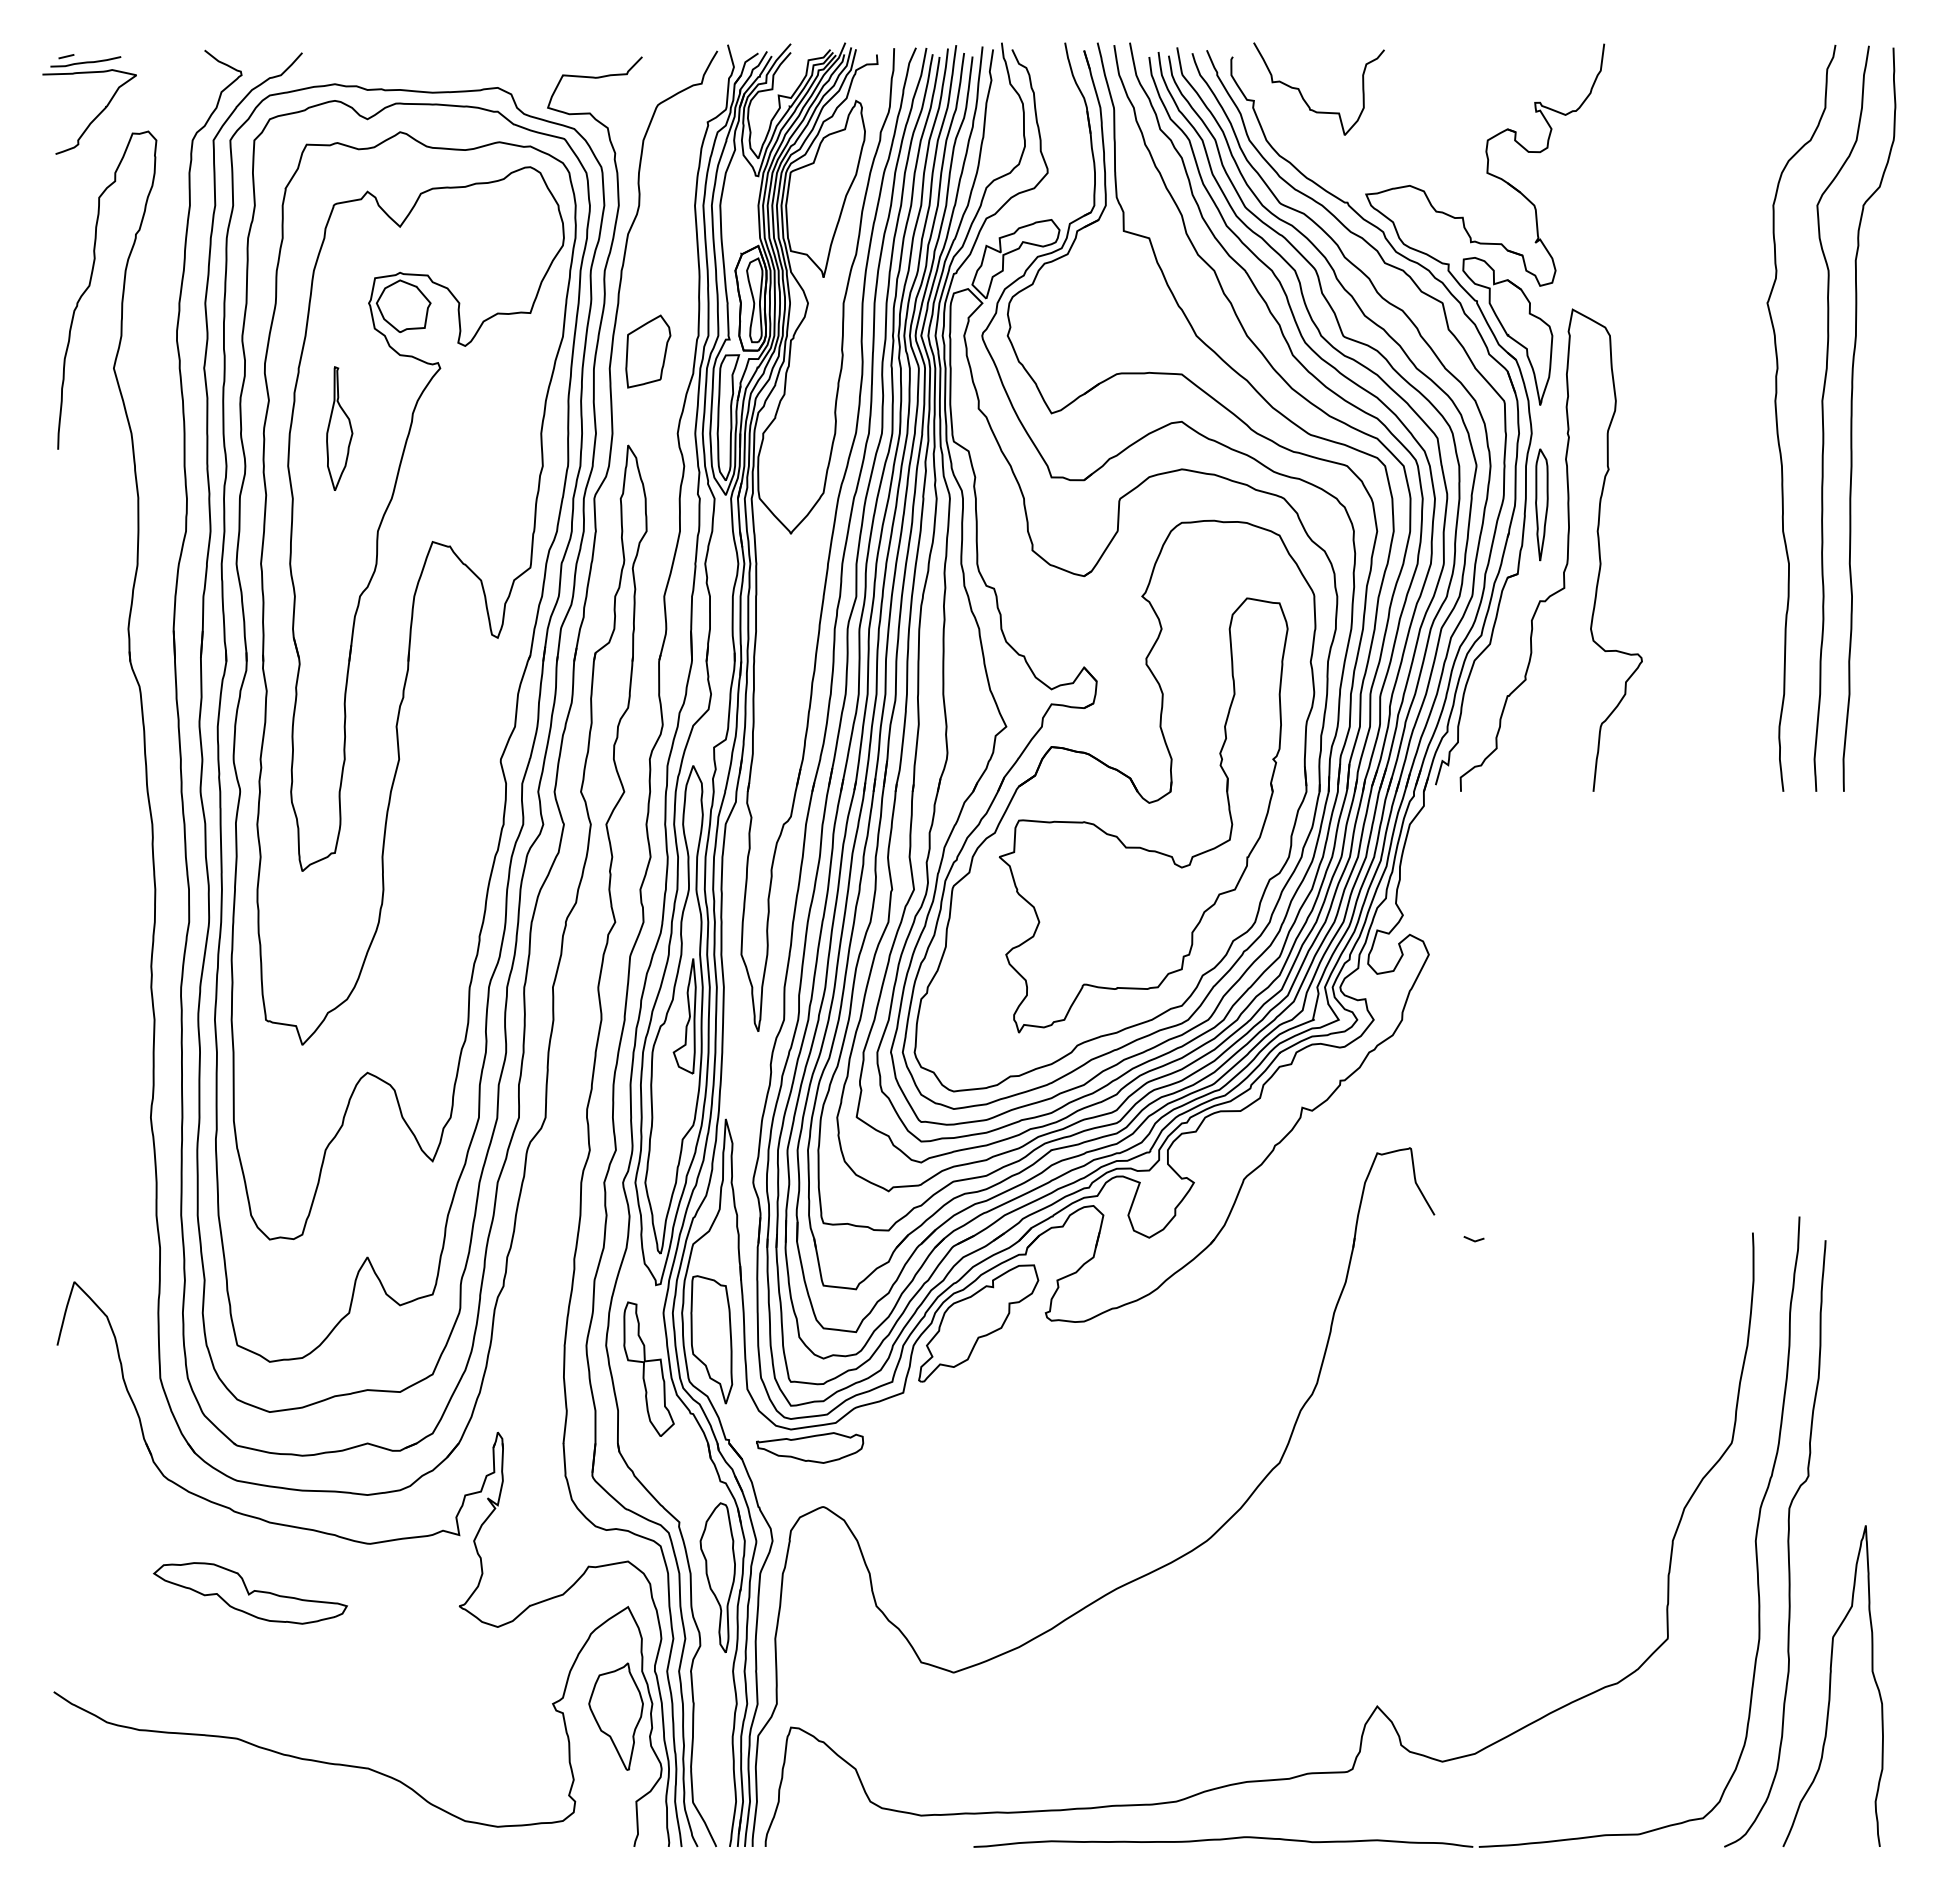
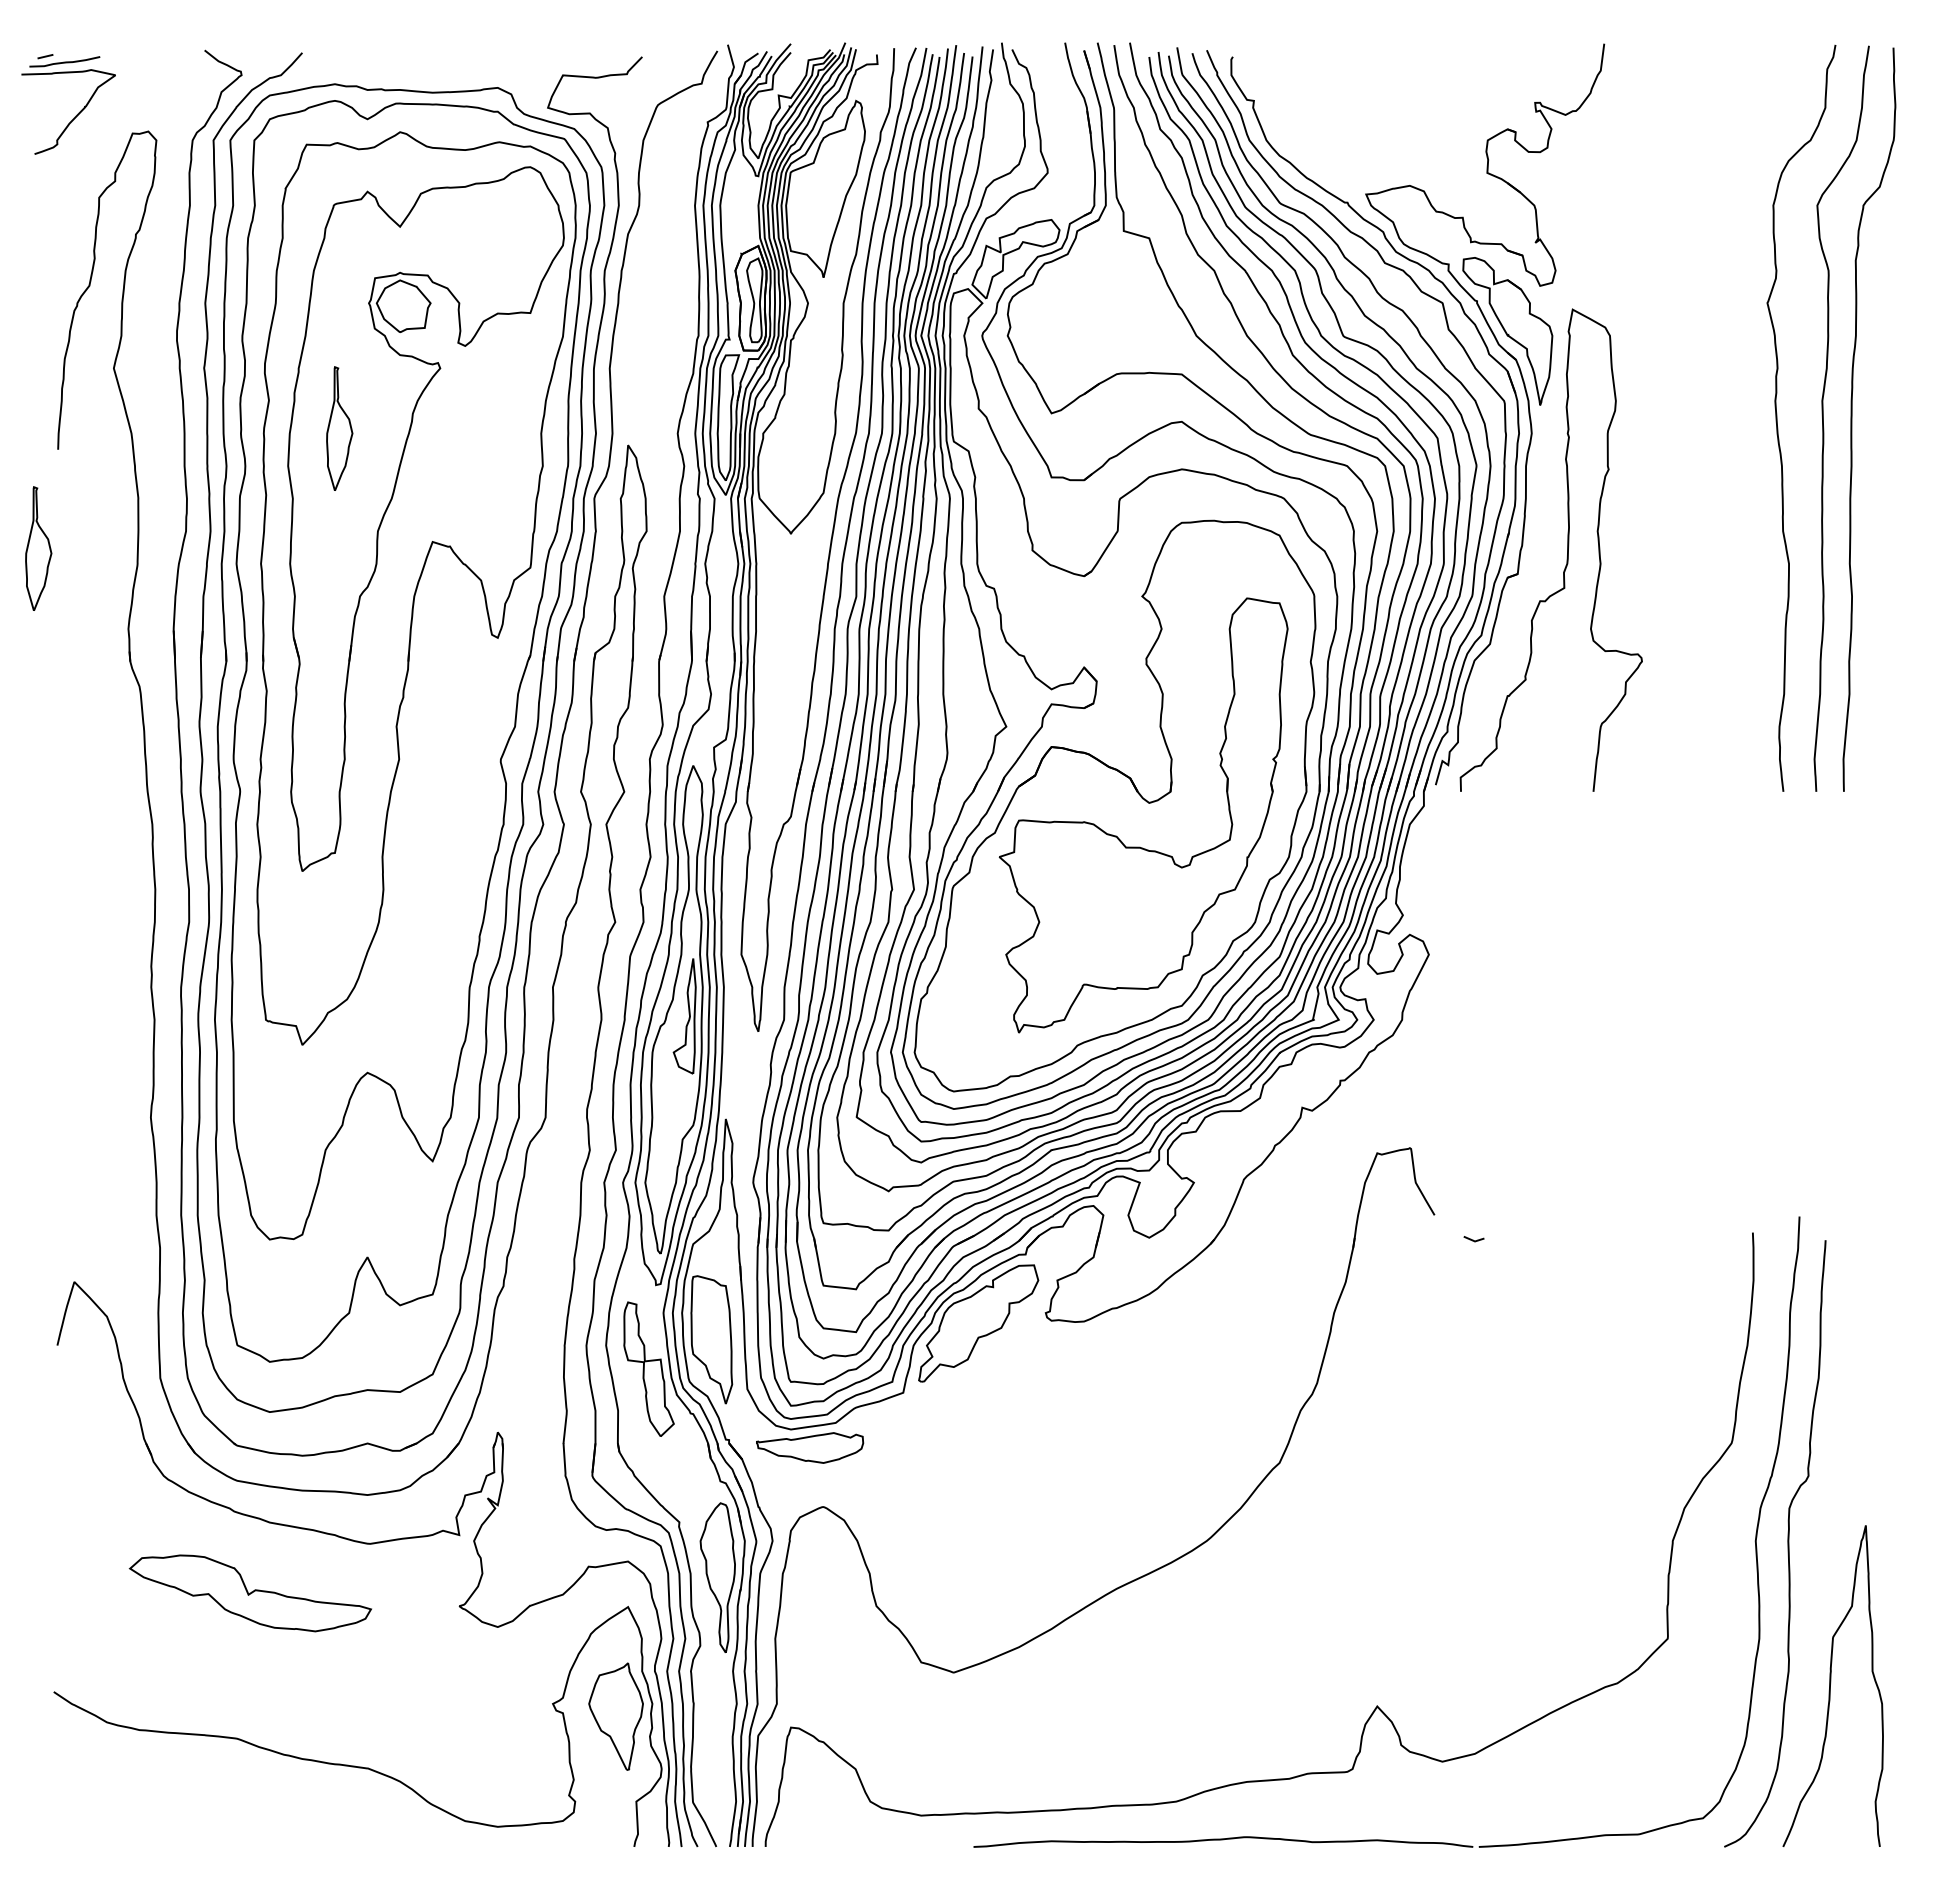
curve at (1303, 96): present -> none
part at (98, 113) position: (98, 113) -> (77, 113)
part at (648, 351): present -> none
part at (1541, 504): present -> none
part at (38, 548): none -> present
part at (250, 1593) size: 195x63 px -> 244x79 px
